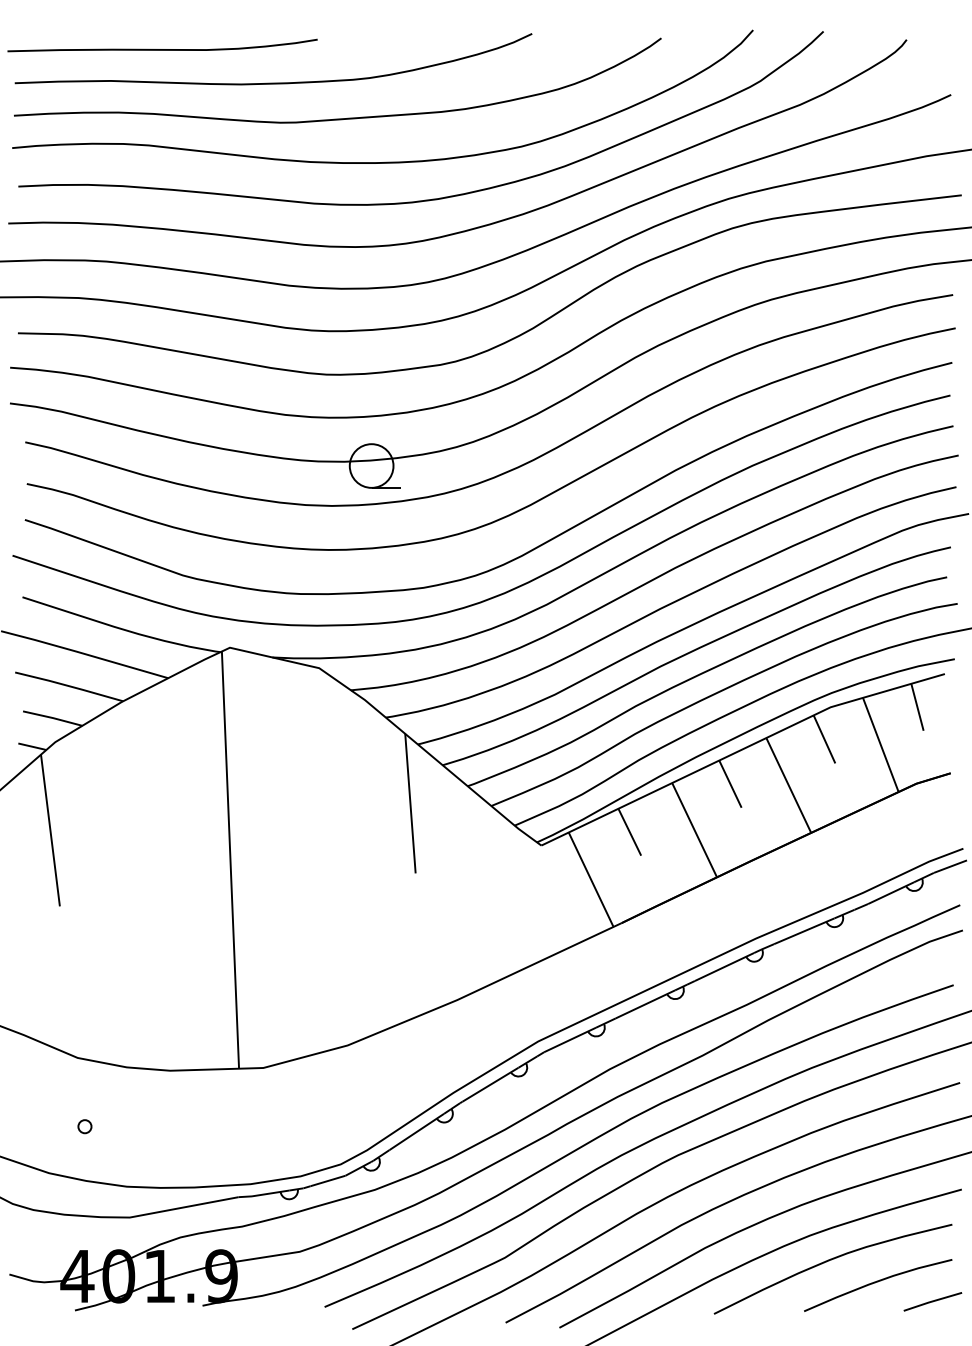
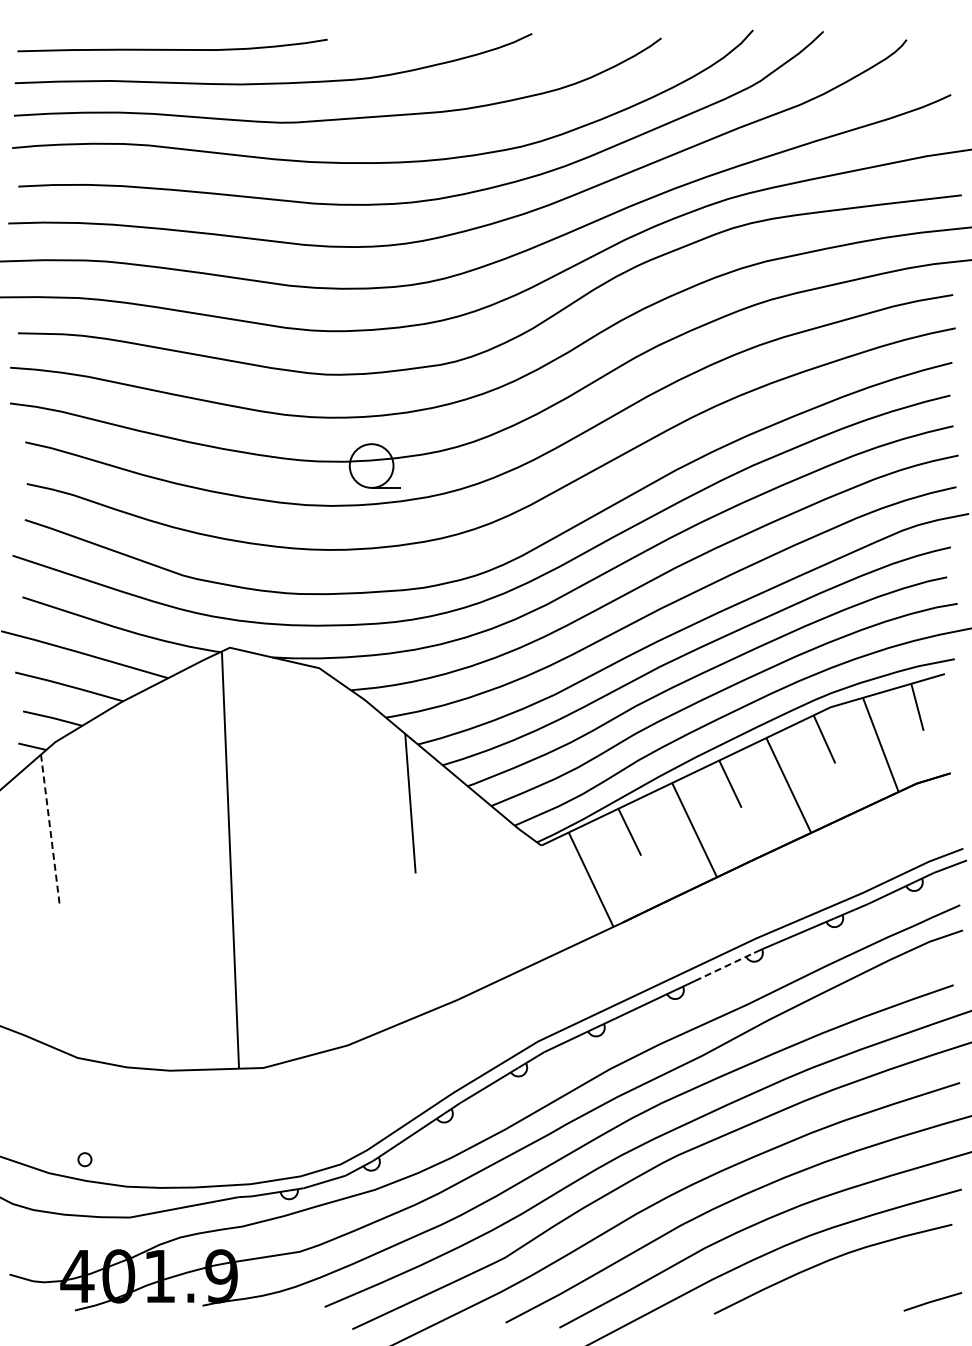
curve at (162, 49) position: (162, 49) -> (172, 49)
line at (50, 831): solid -> dashed
line at (724, 967): solid -> dashed
part at (84, 1126) position: (84, 1126) -> (84, 1159)
curve at (878, 1282): present -> none
